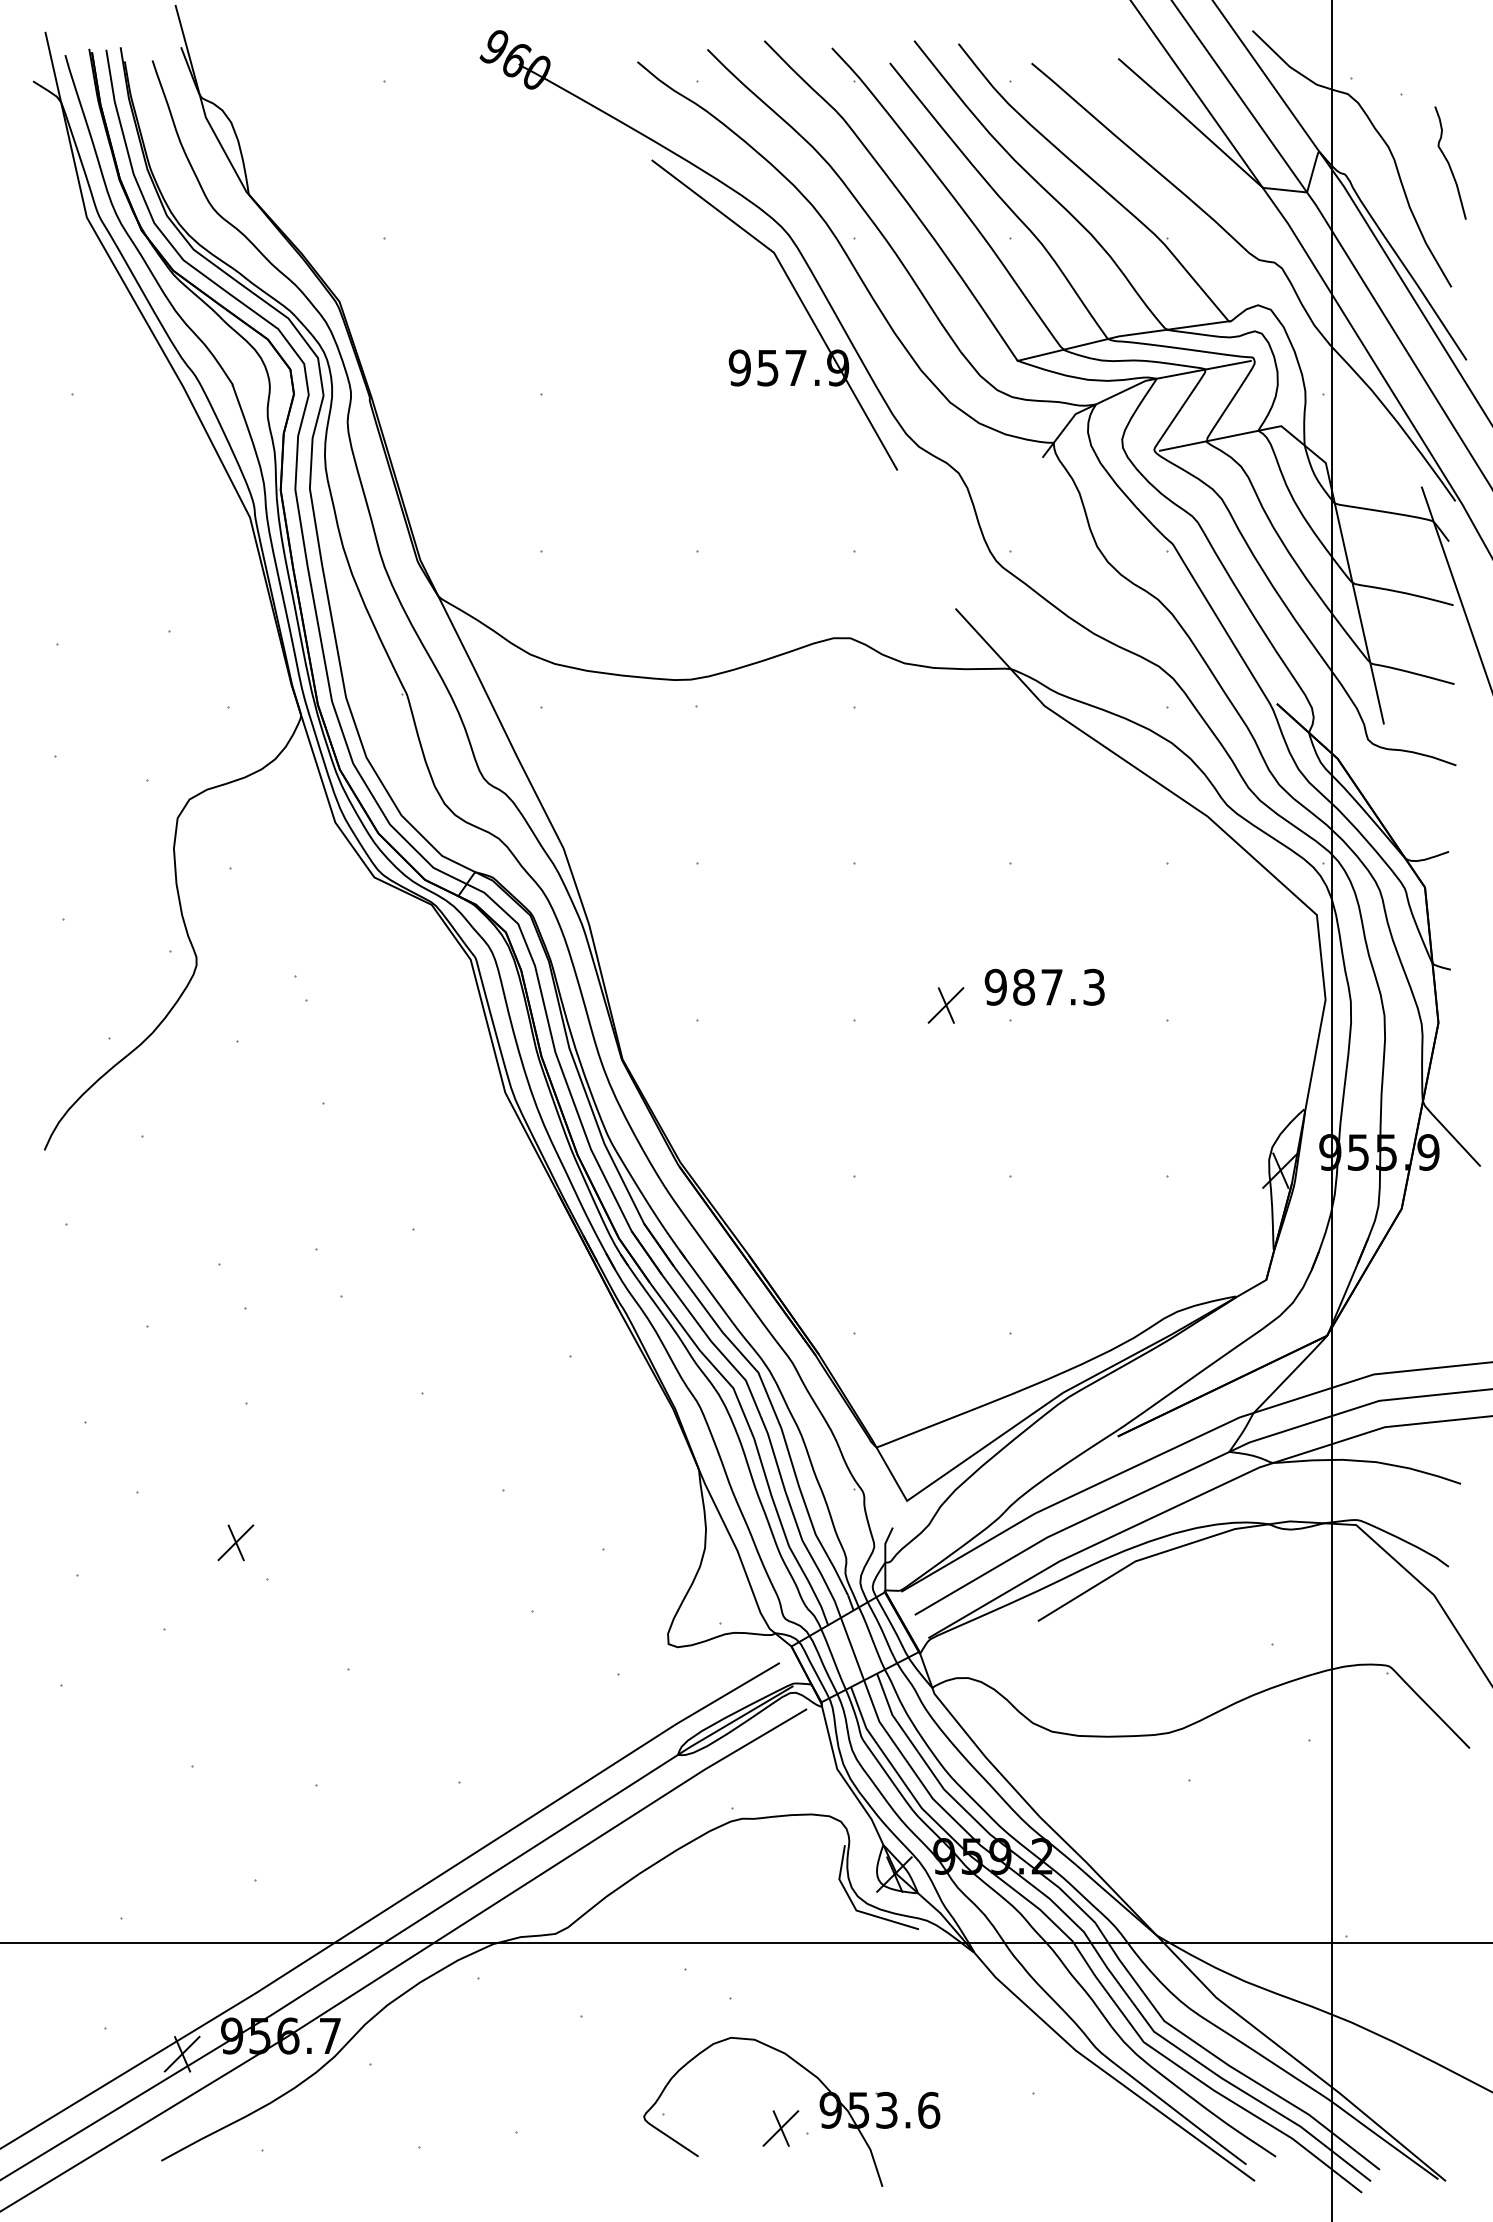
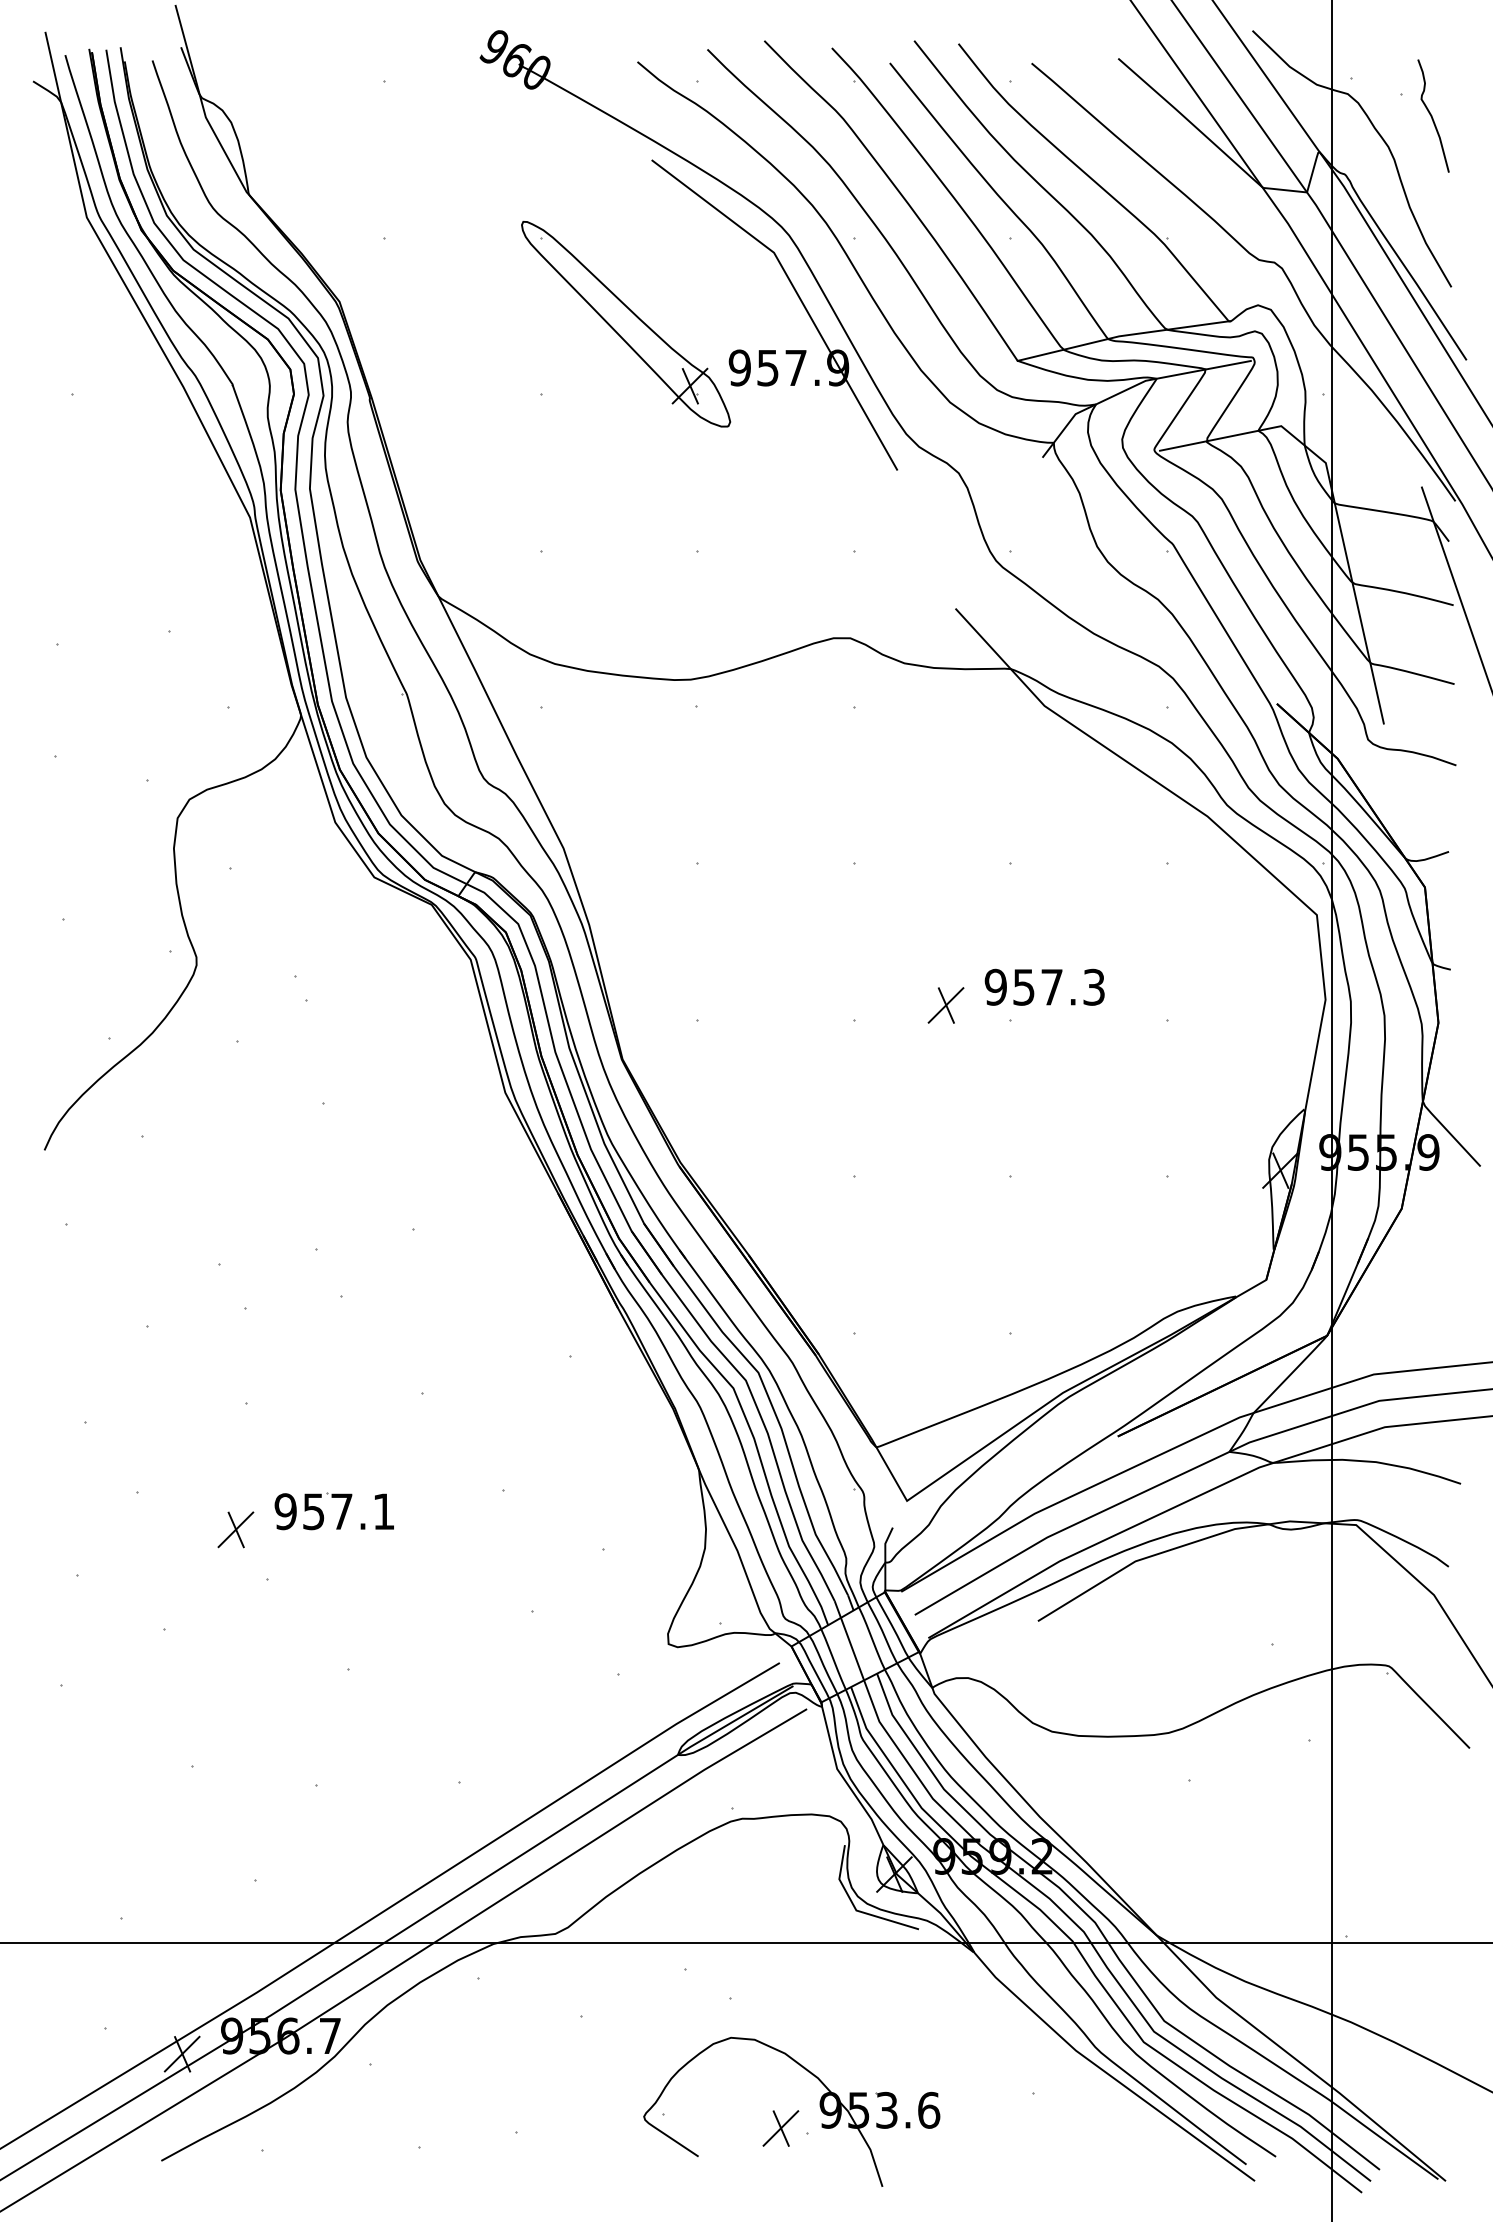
curve at (1449, 162) position: (1449, 162) -> (1432, 115)
part at (626, 323): none -> present
text at (1024, 986): 987.3 -> 957.3
part at (341, 1513): none -> present
part at (235, 1542) position: (235, 1542) -> (235, 1529)
